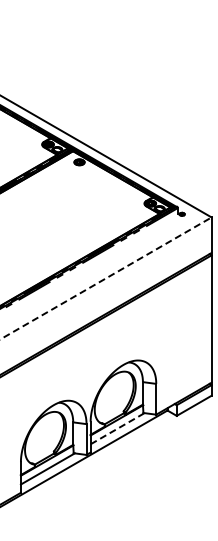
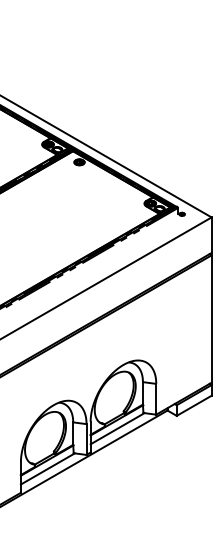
line at (106, 278): dashed -> solid
line at (118, 428): dashed -> solid
